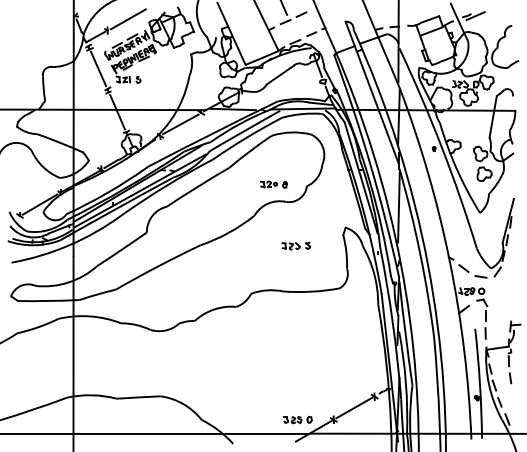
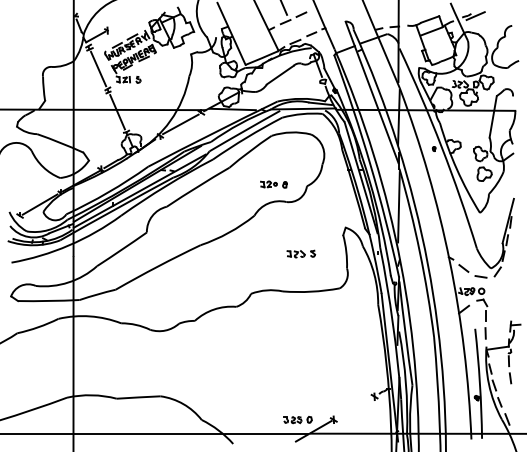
line at (127, 19): present -> none
part at (296, 245) position: (296, 245) -> (301, 253)
line at (354, 407): present -> none
